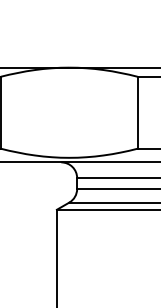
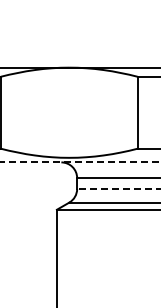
line at (80, 162): solid -> dashed
line at (118, 188): solid -> dashed
